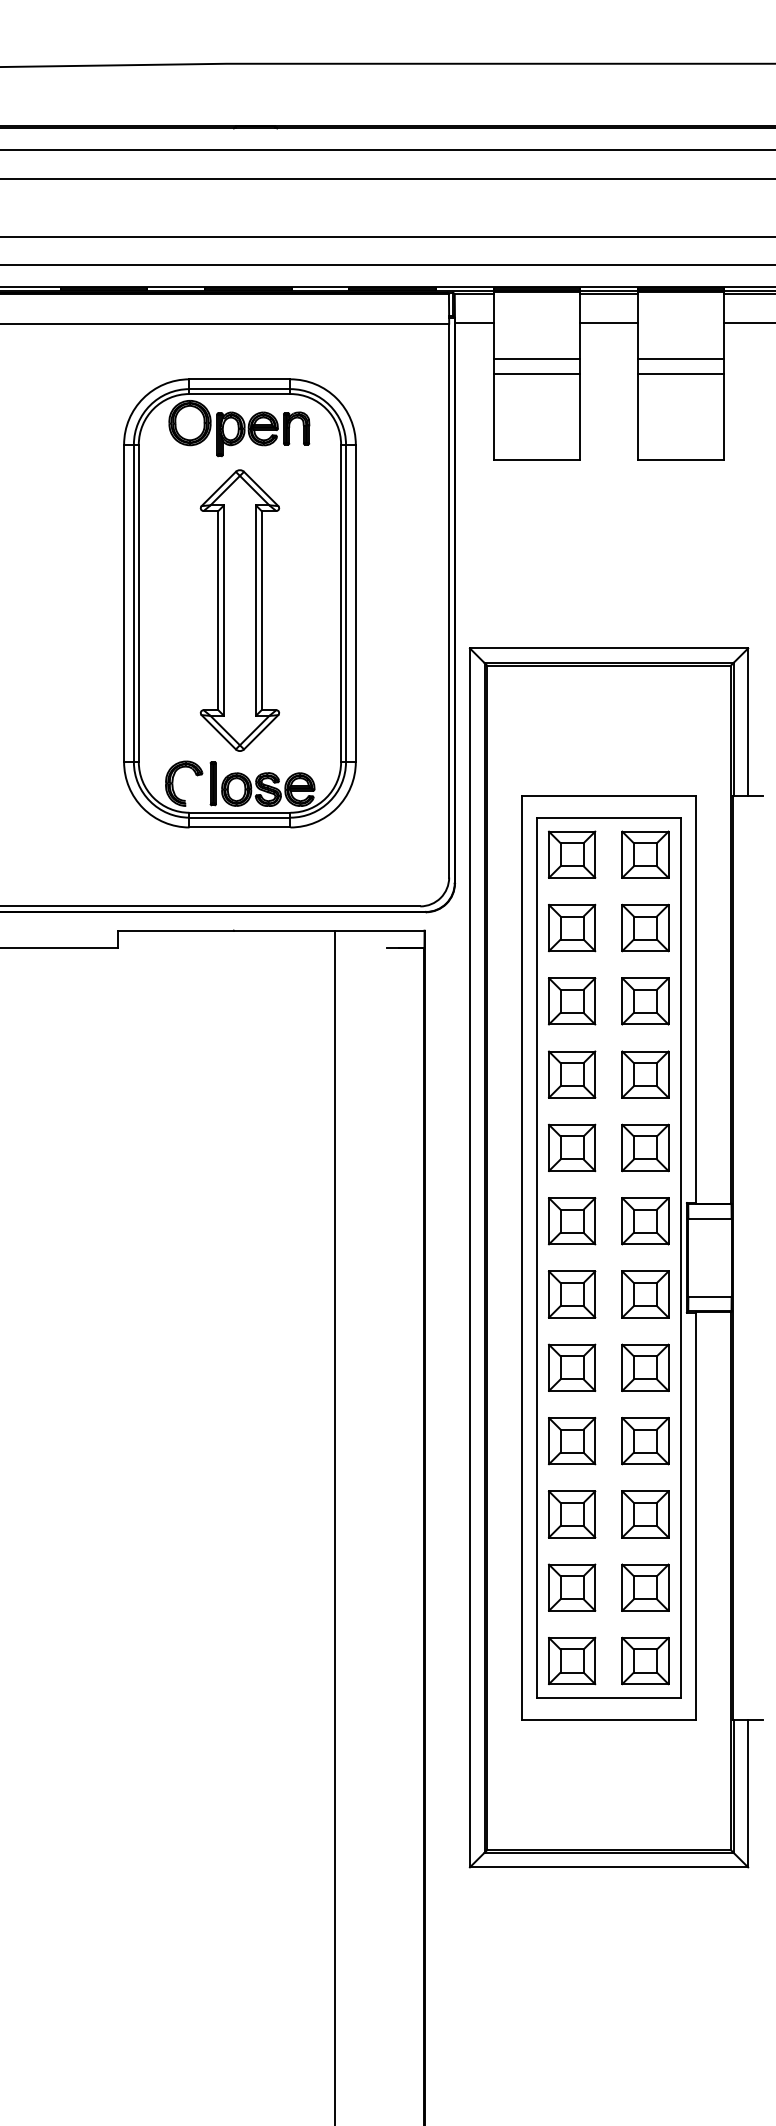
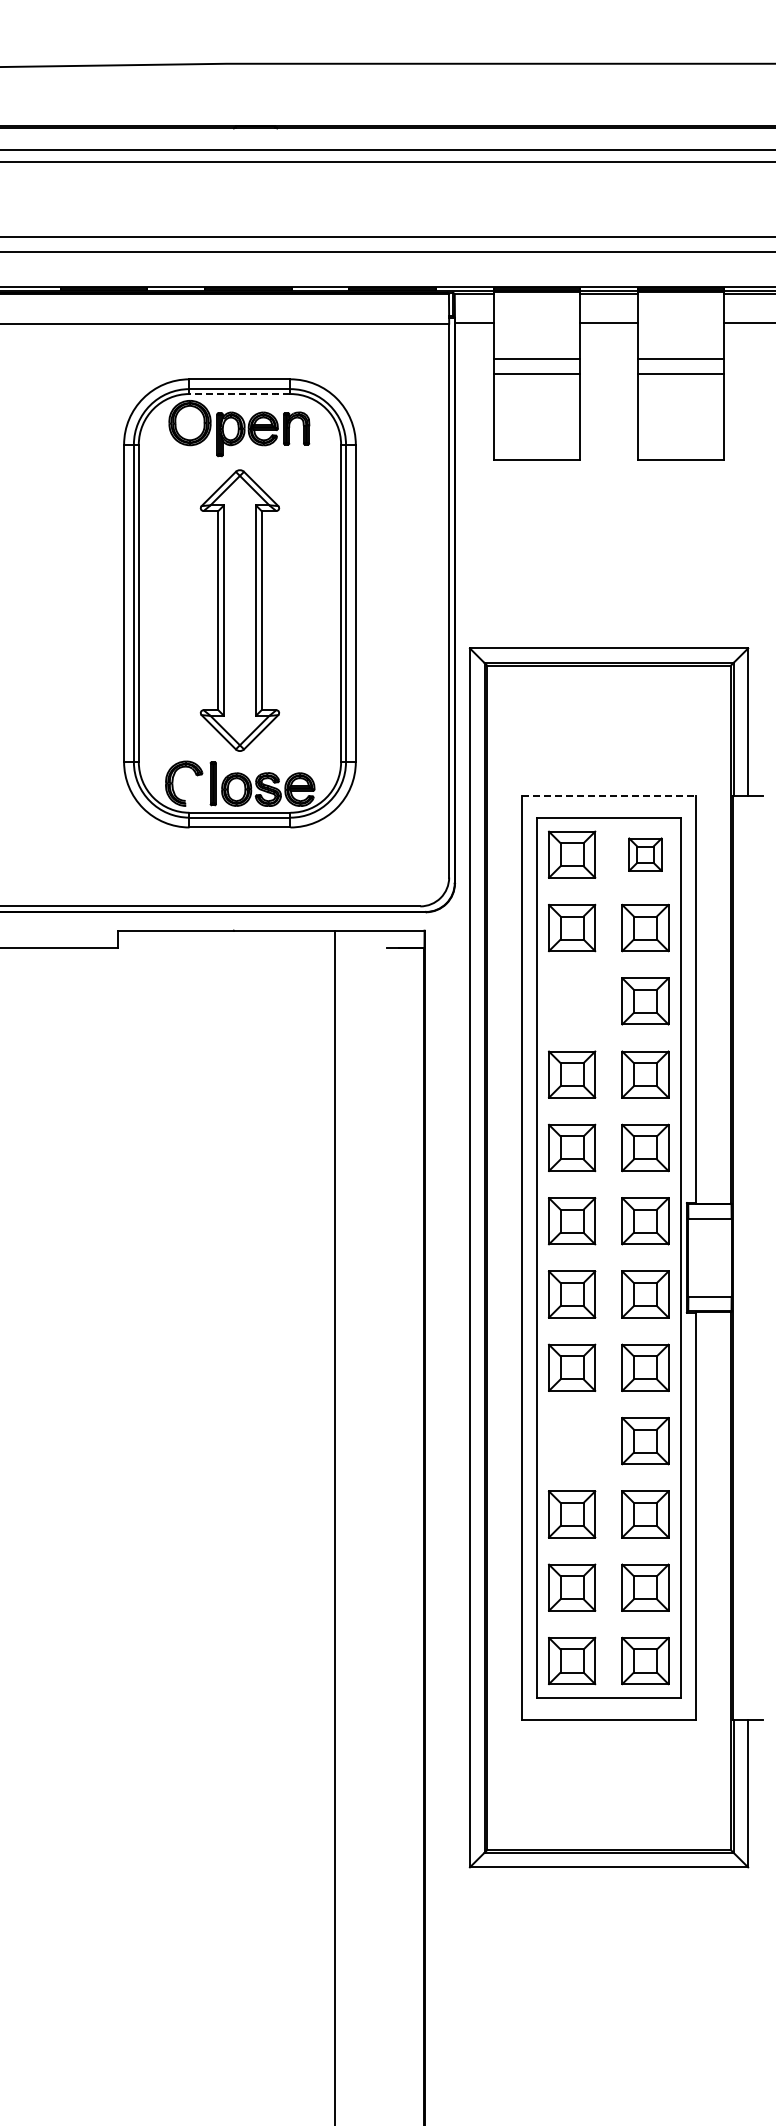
line at (387, 178) position: (387, 178) -> (387, 161)
line at (387, 265) position: (387, 265) -> (387, 252)
line at (239, 394): solid -> dashed
line at (609, 796): solid -> dashed
part at (645, 854) size: 49x49 px -> 35x35 px
part at (572, 1001): present -> none
part at (572, 1441): present -> none
